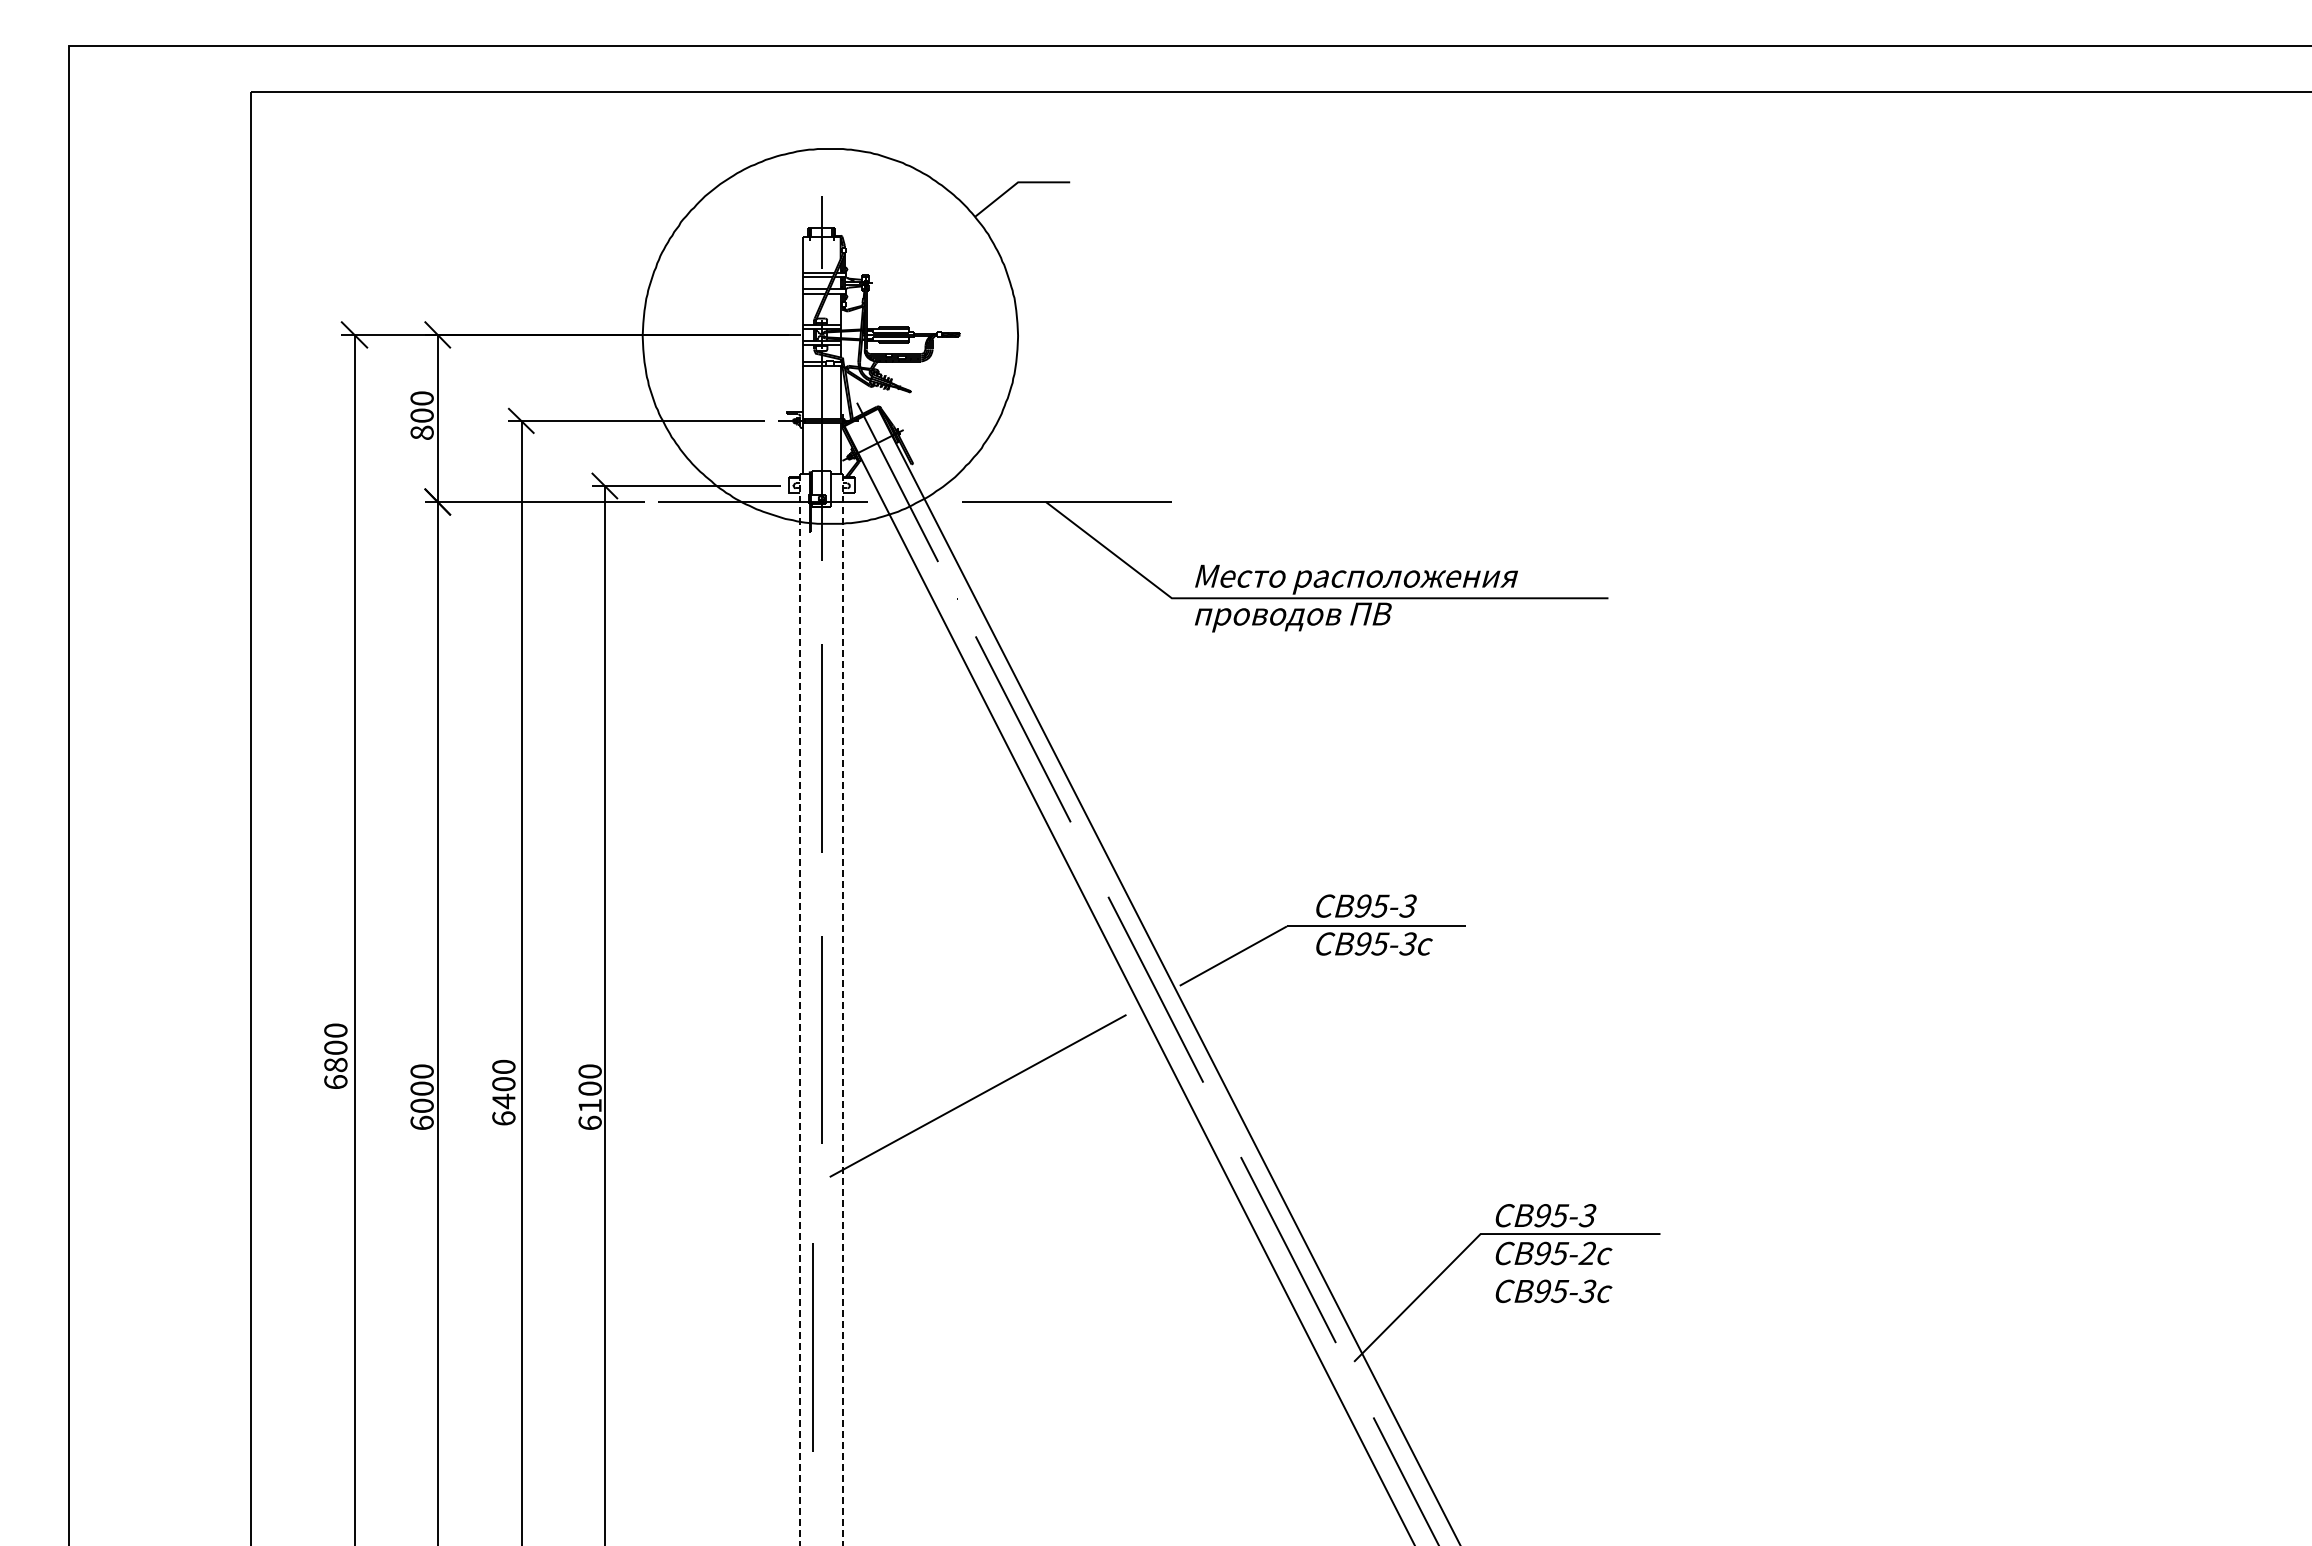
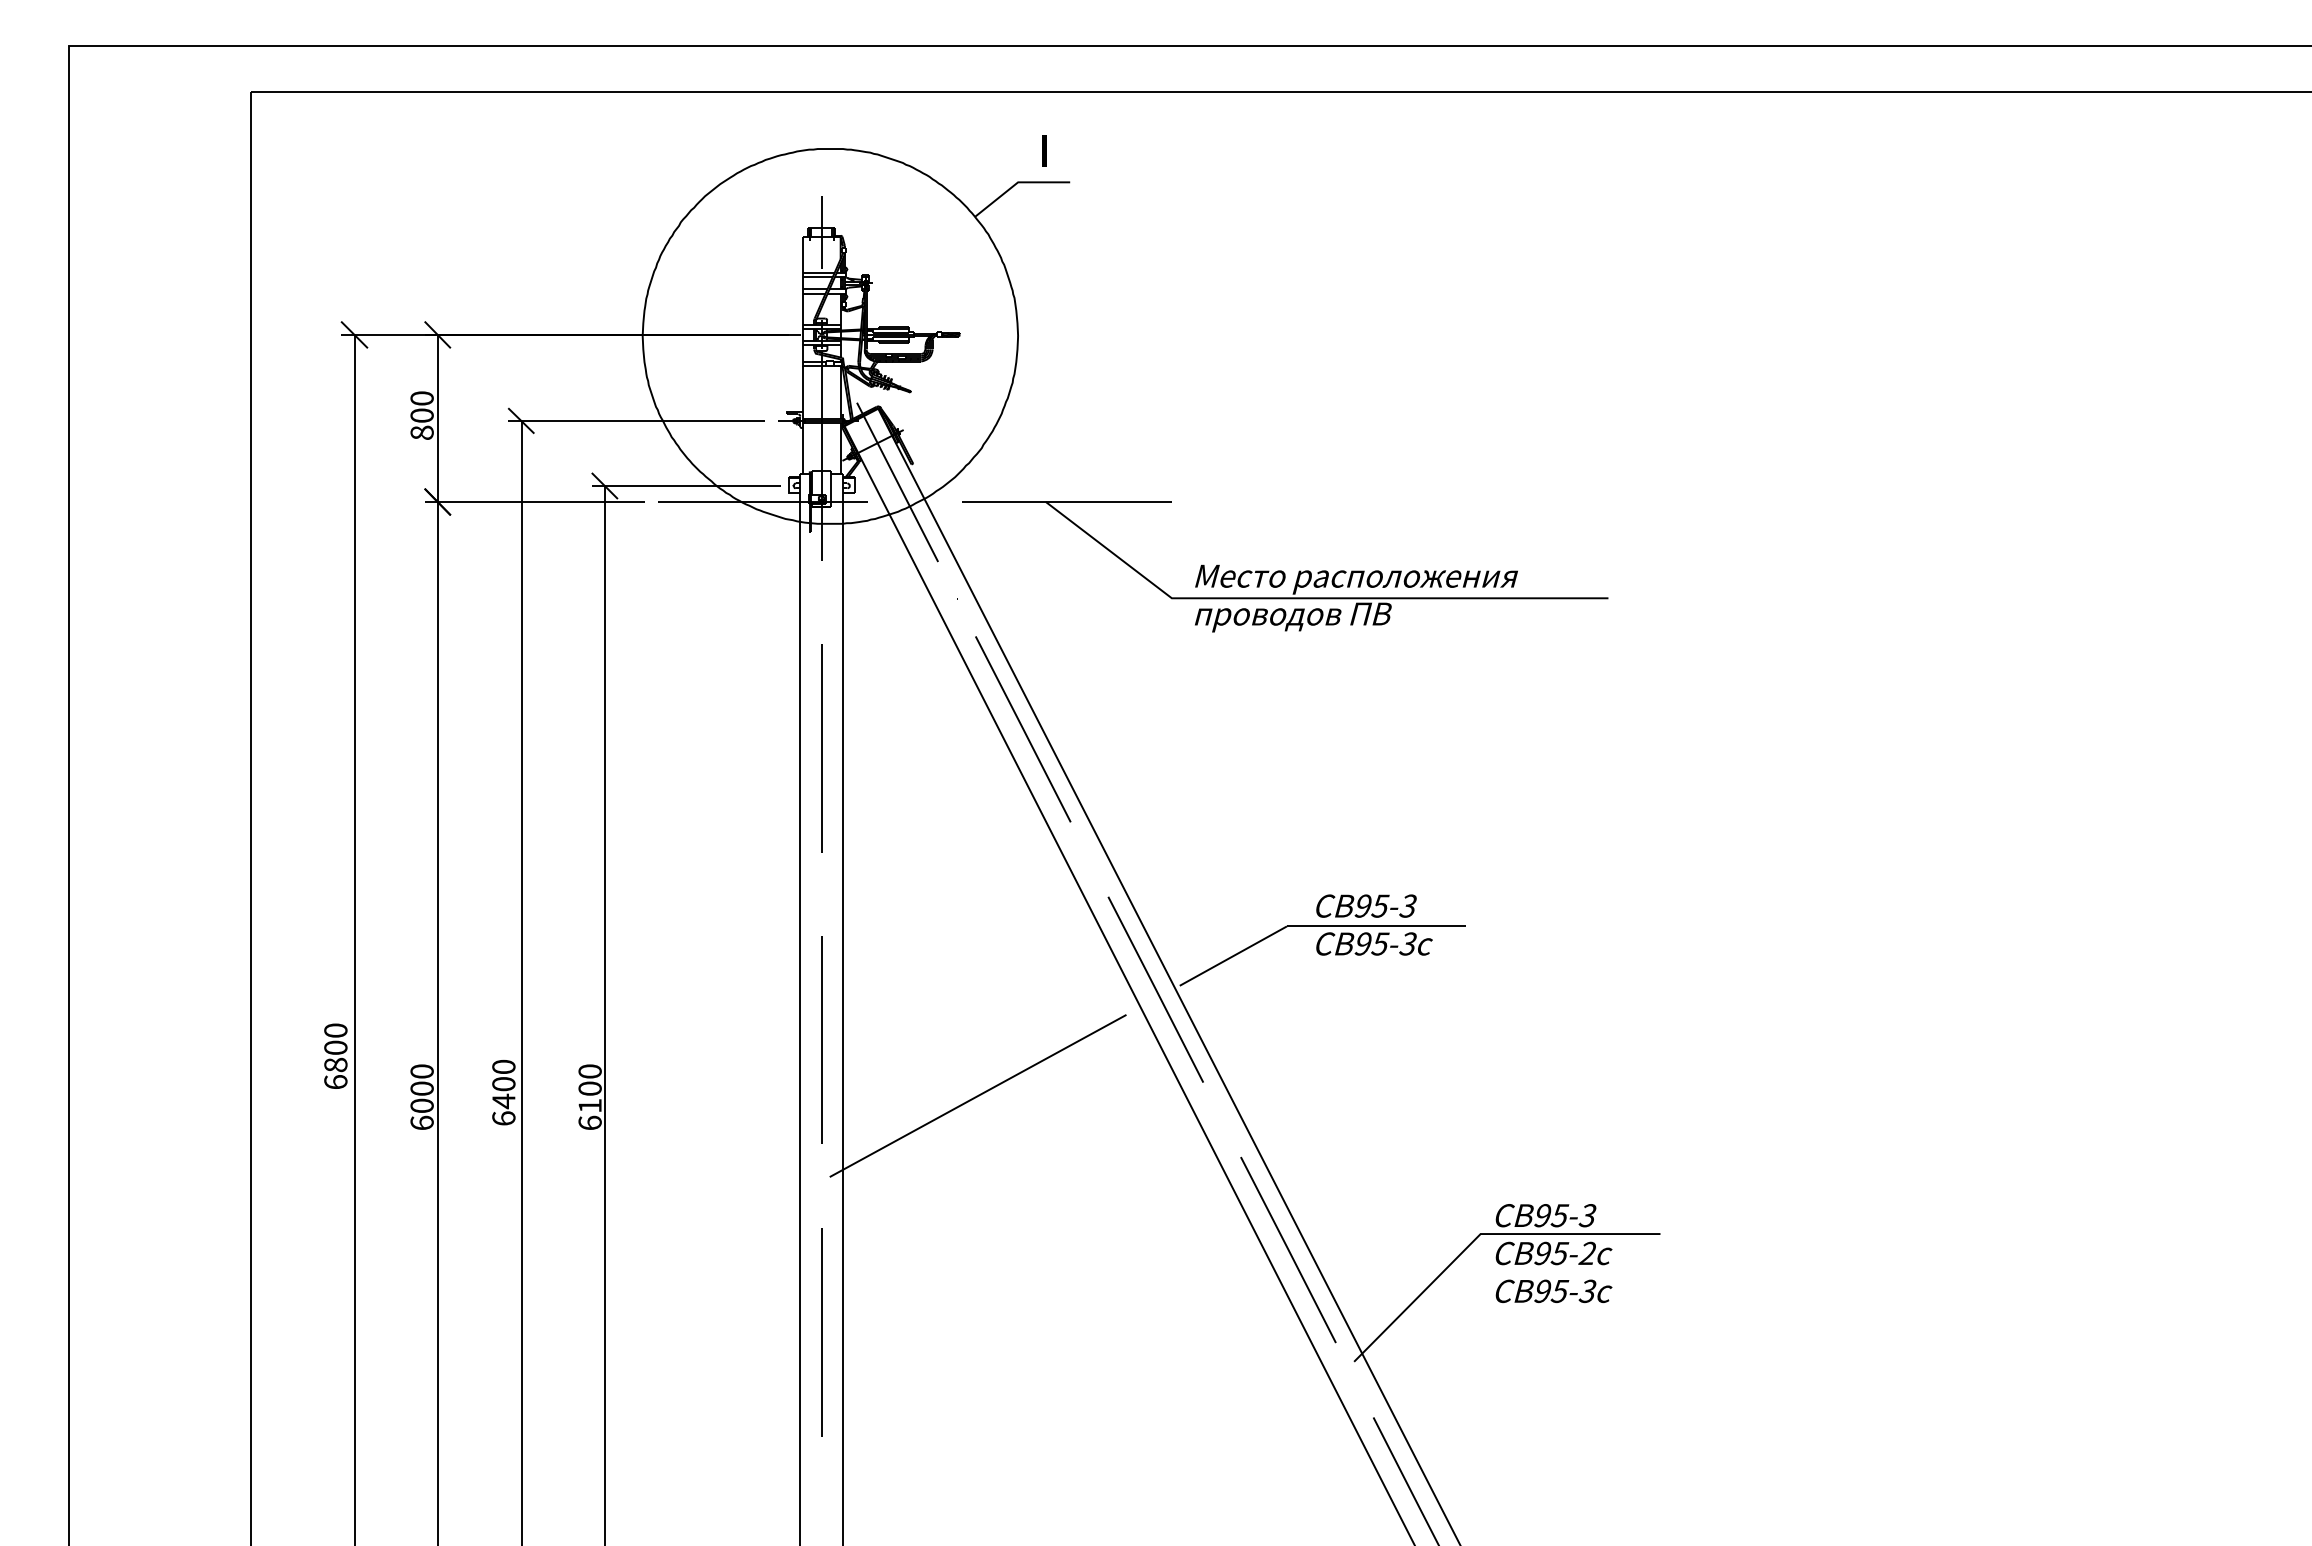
line at (1044, 150): none -> present
line at (800, 1009): dashed -> solid
line at (843, 1009): dashed -> solid
line at (812, 1347) position: (812, 1347) -> (821, 1332)
